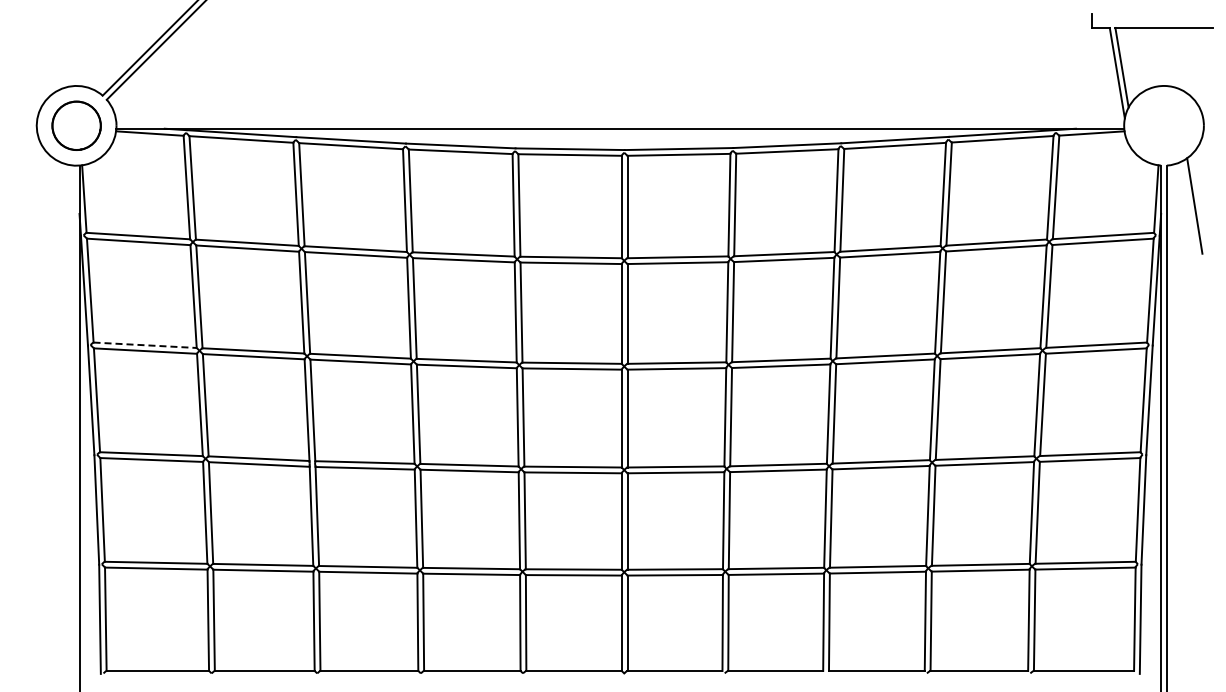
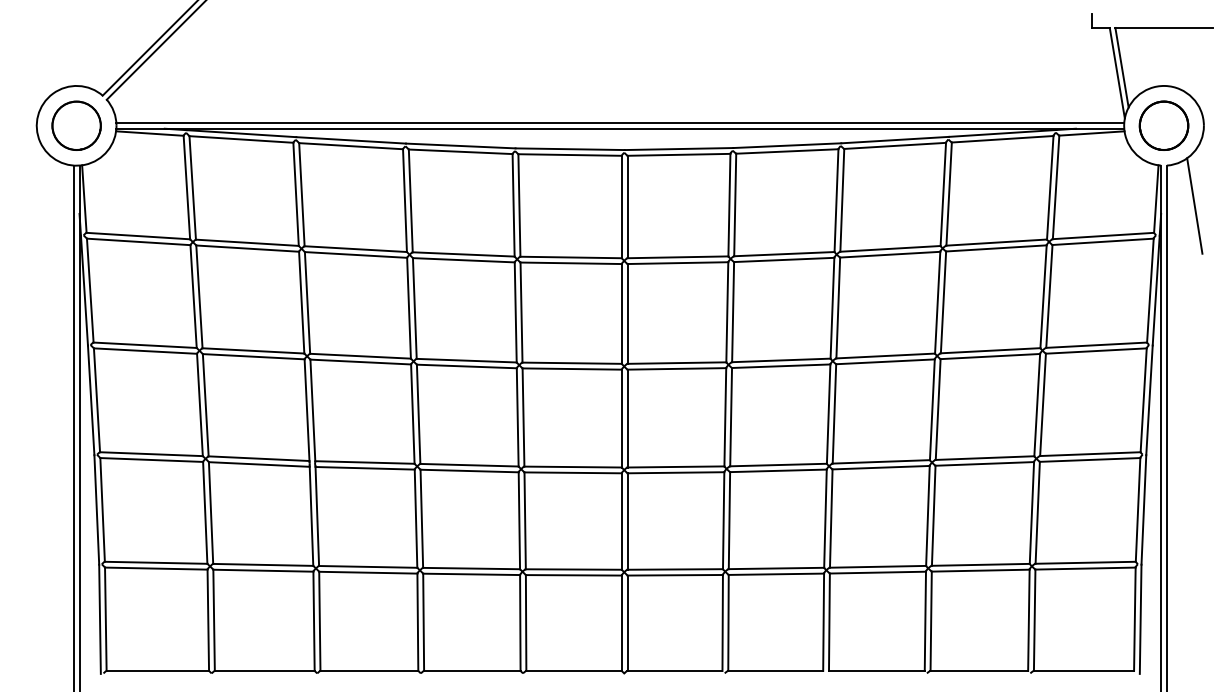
line at (620, 122): none -> present
part at (1163, 125): none -> present
line at (145, 345): dashed -> solid
line at (73, 426): none -> present
